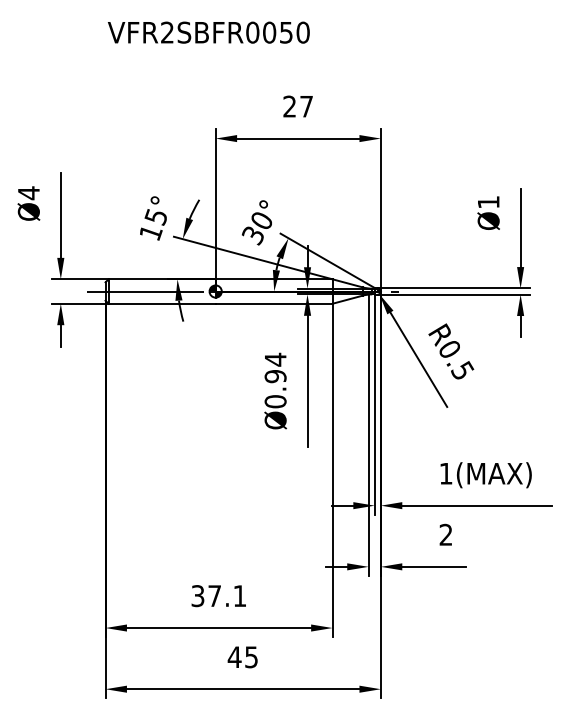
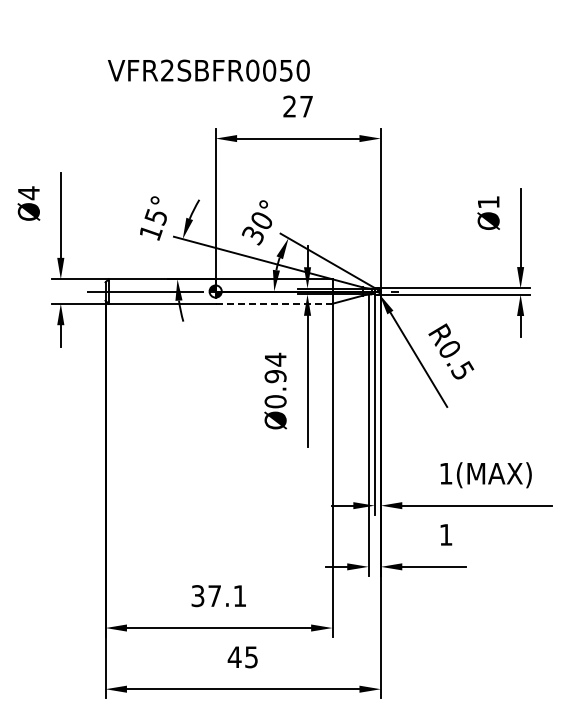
text at (208, 32) position: (208, 32) -> (208, 70)
line at (274, 303): solid -> dashed
text at (445, 534): 2 -> 1
